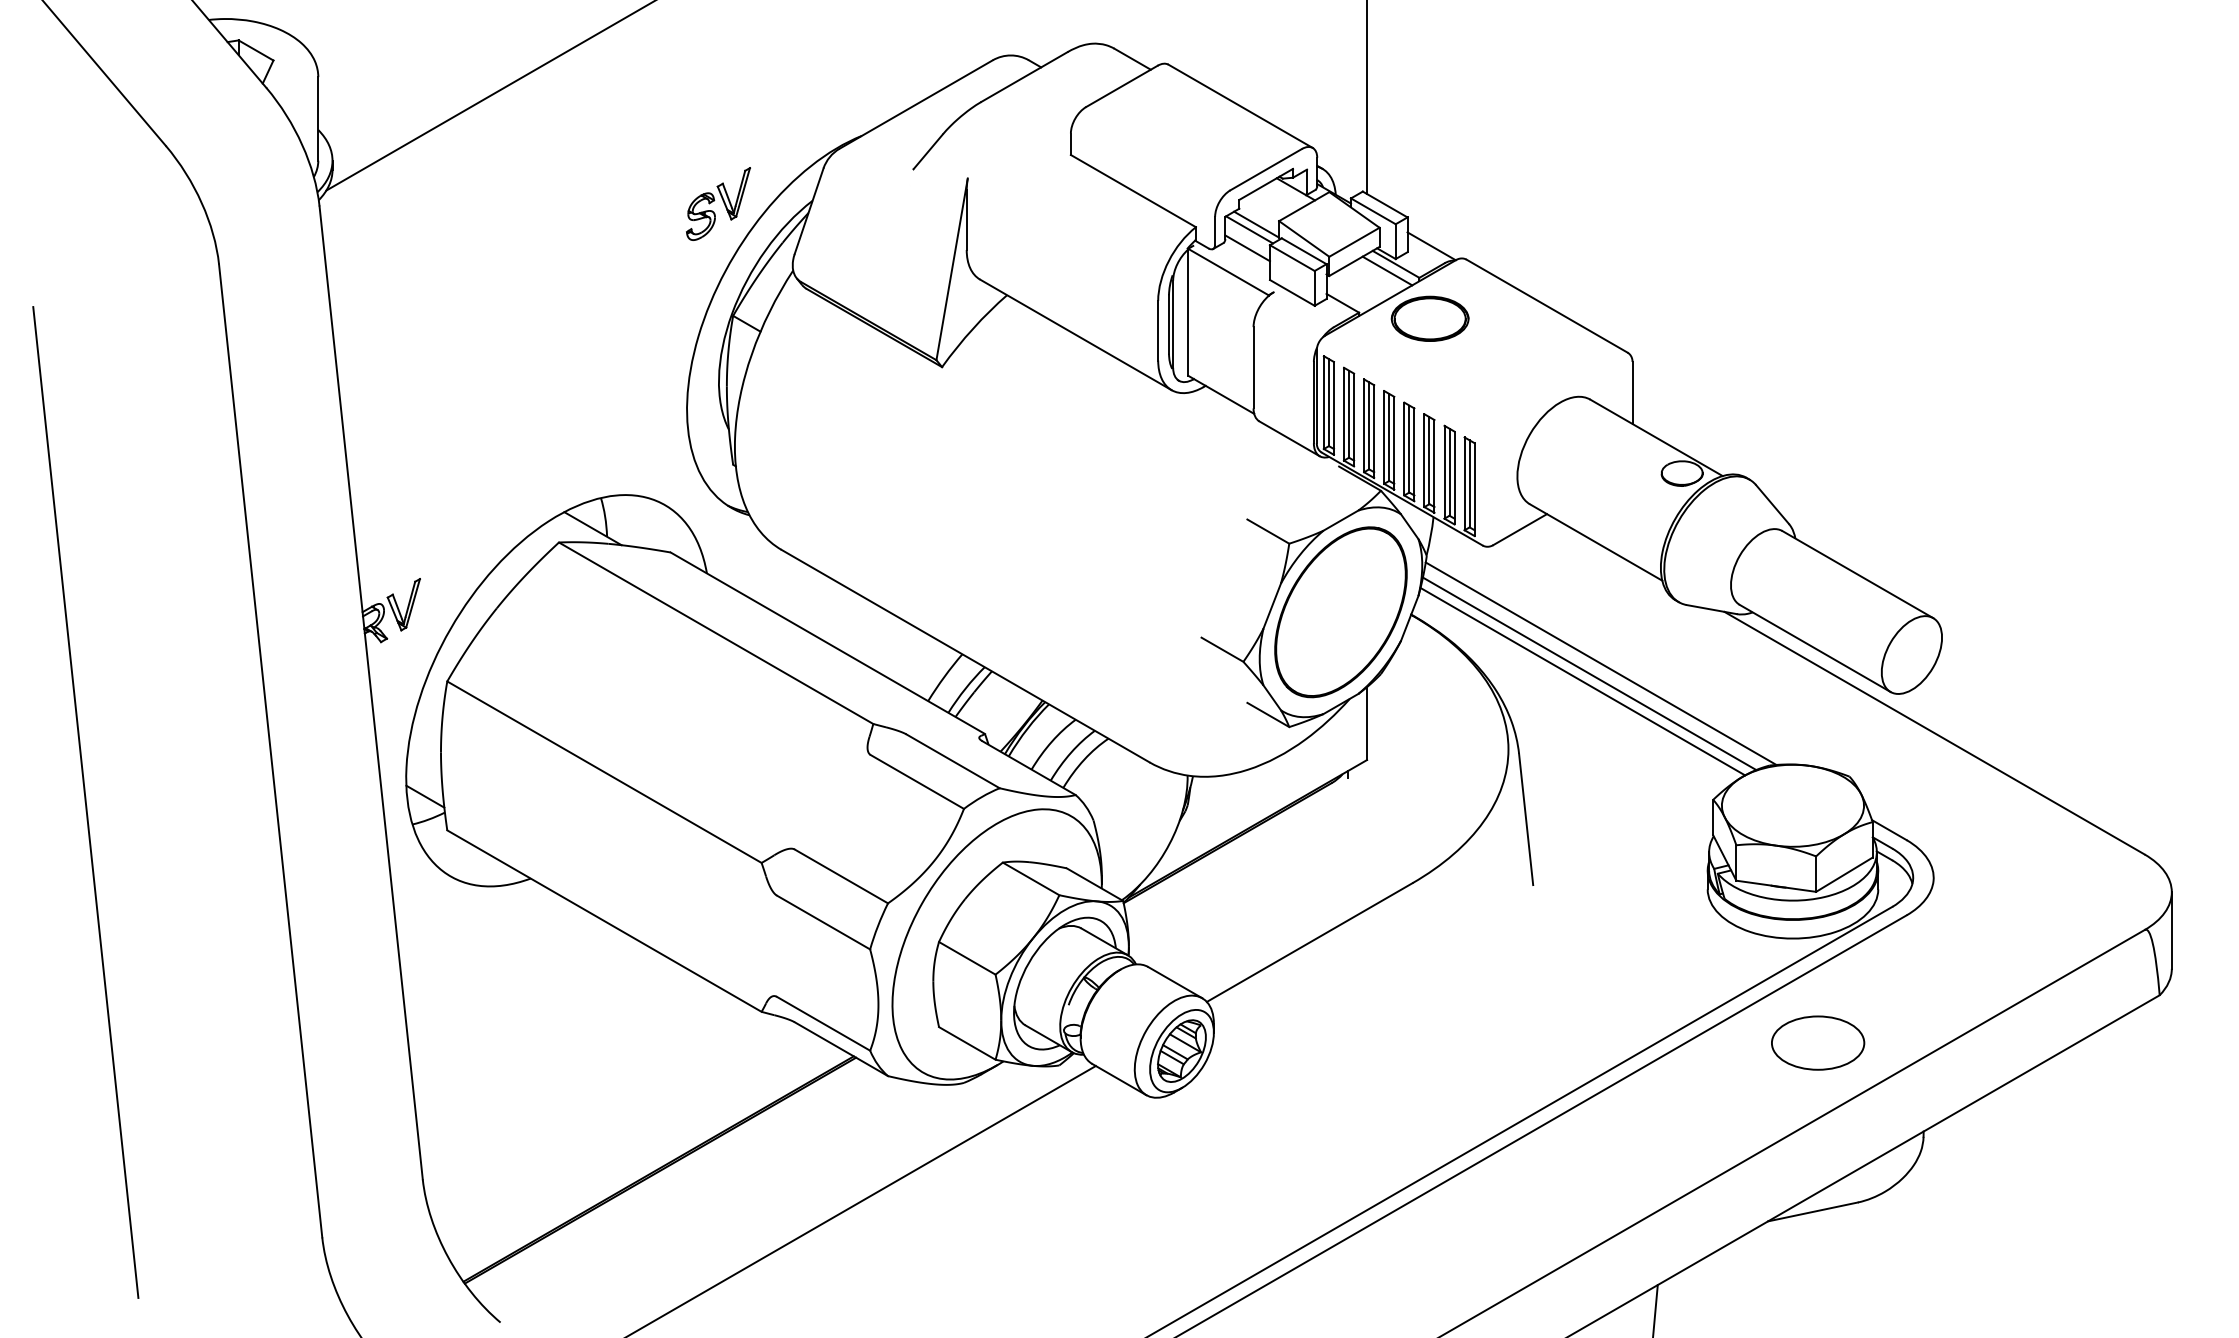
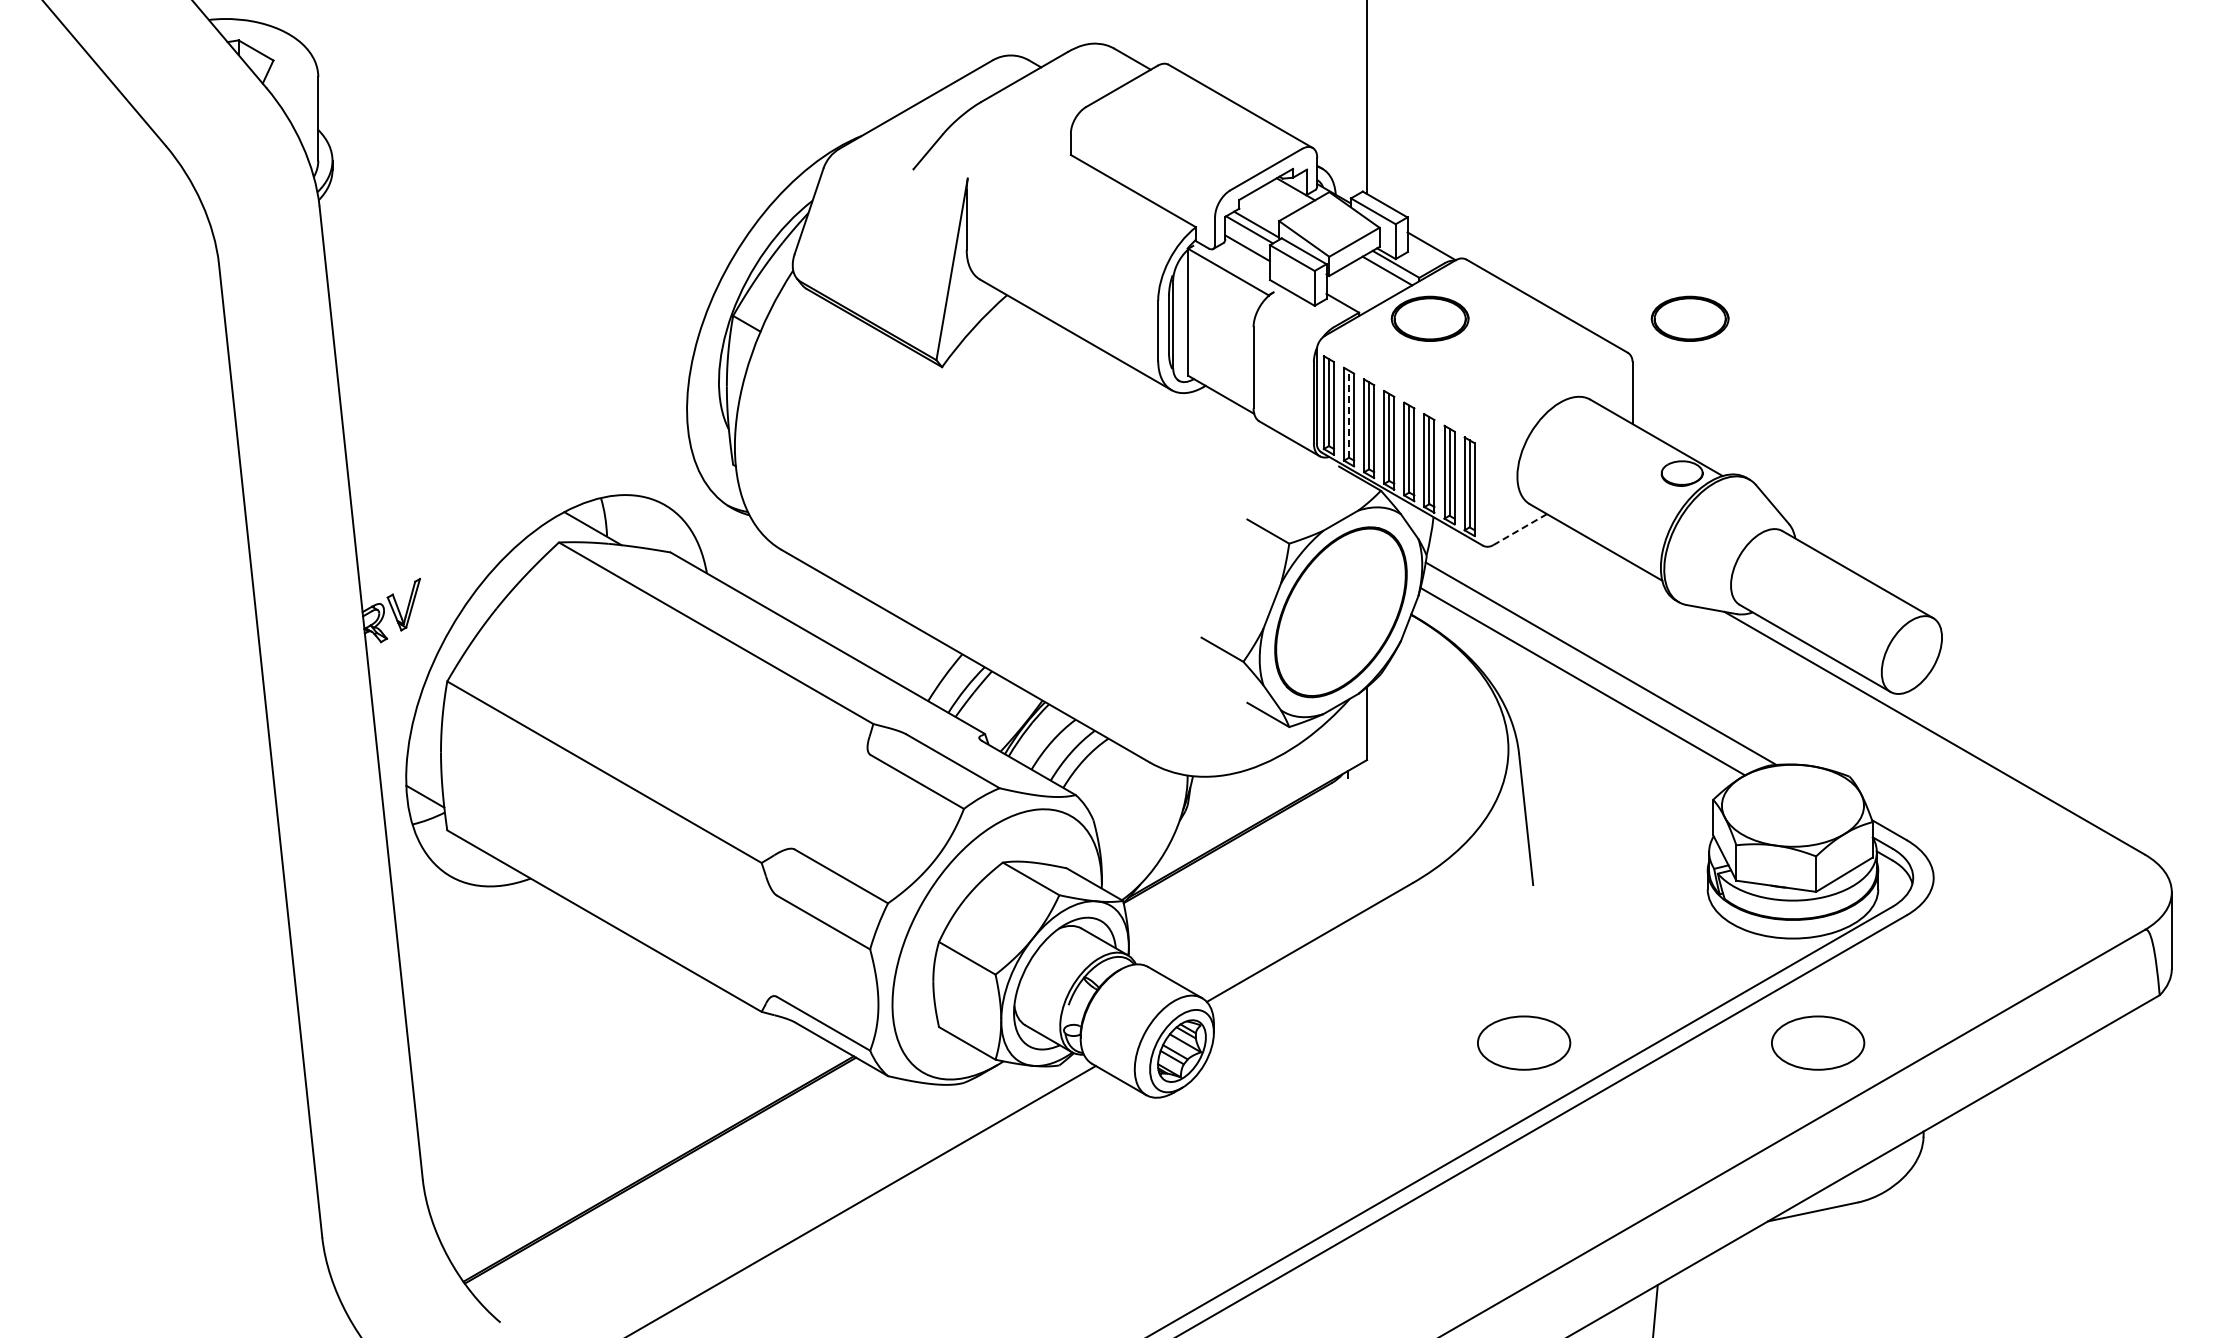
line at (489, 96): present -> none
part at (718, 203): present -> none
part at (1689, 318): none -> present
line at (1349, 414): solid -> dashed
line at (1520, 529): solid -> dashed
line at (1589, 673): present -> none
line at (85, 802): present -> none
part at (1524, 1042): none -> present
